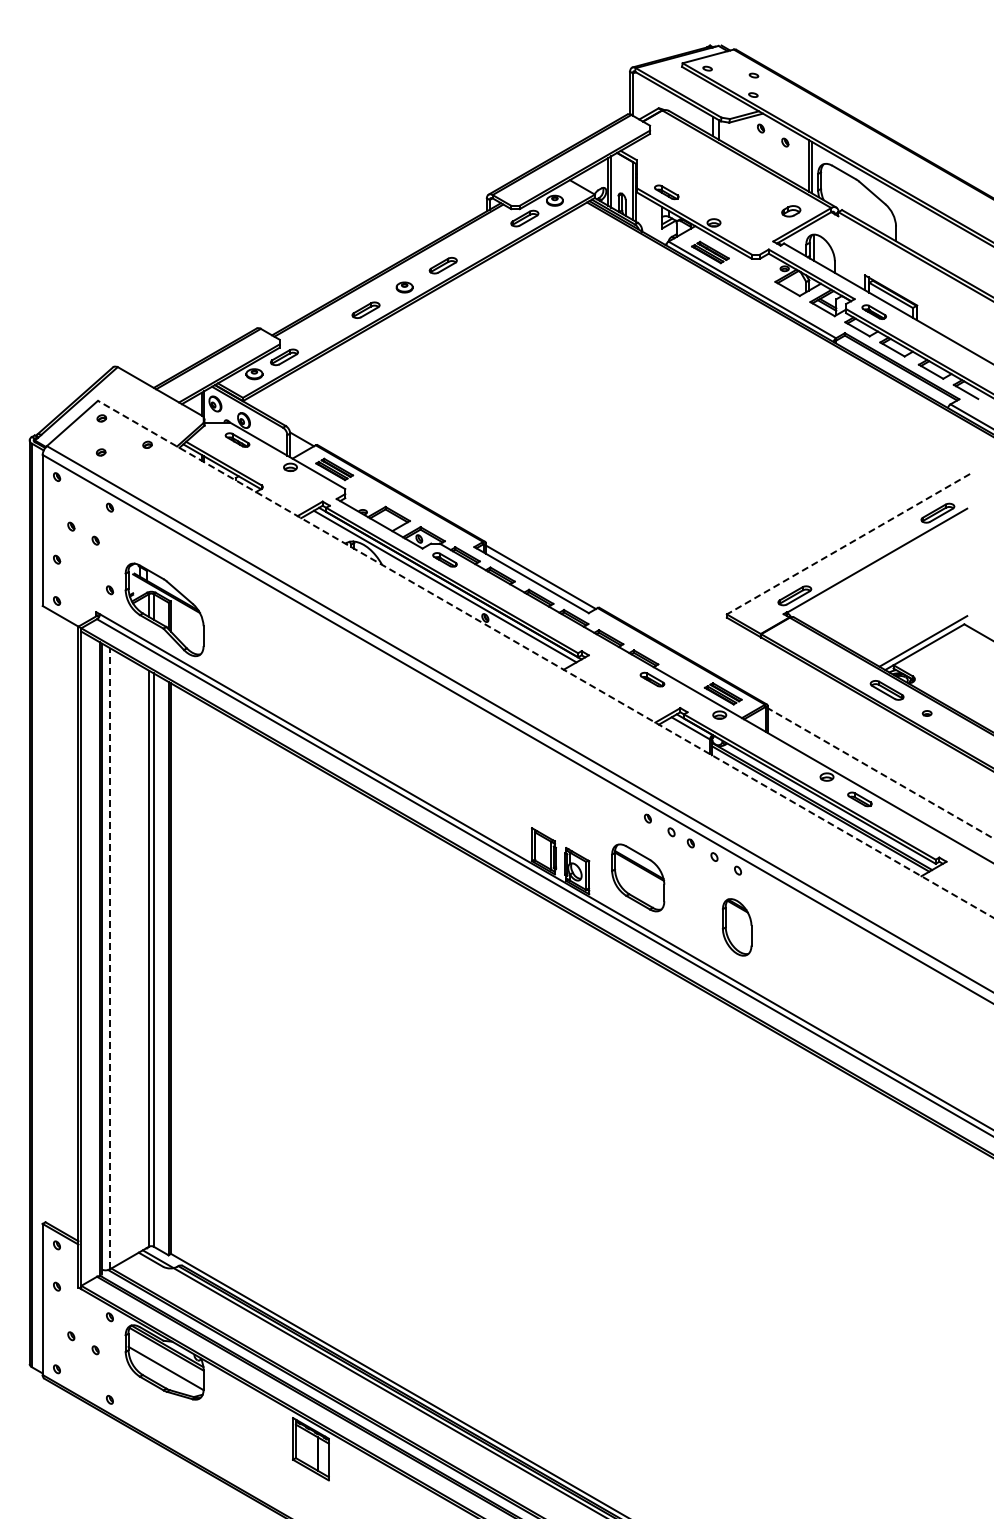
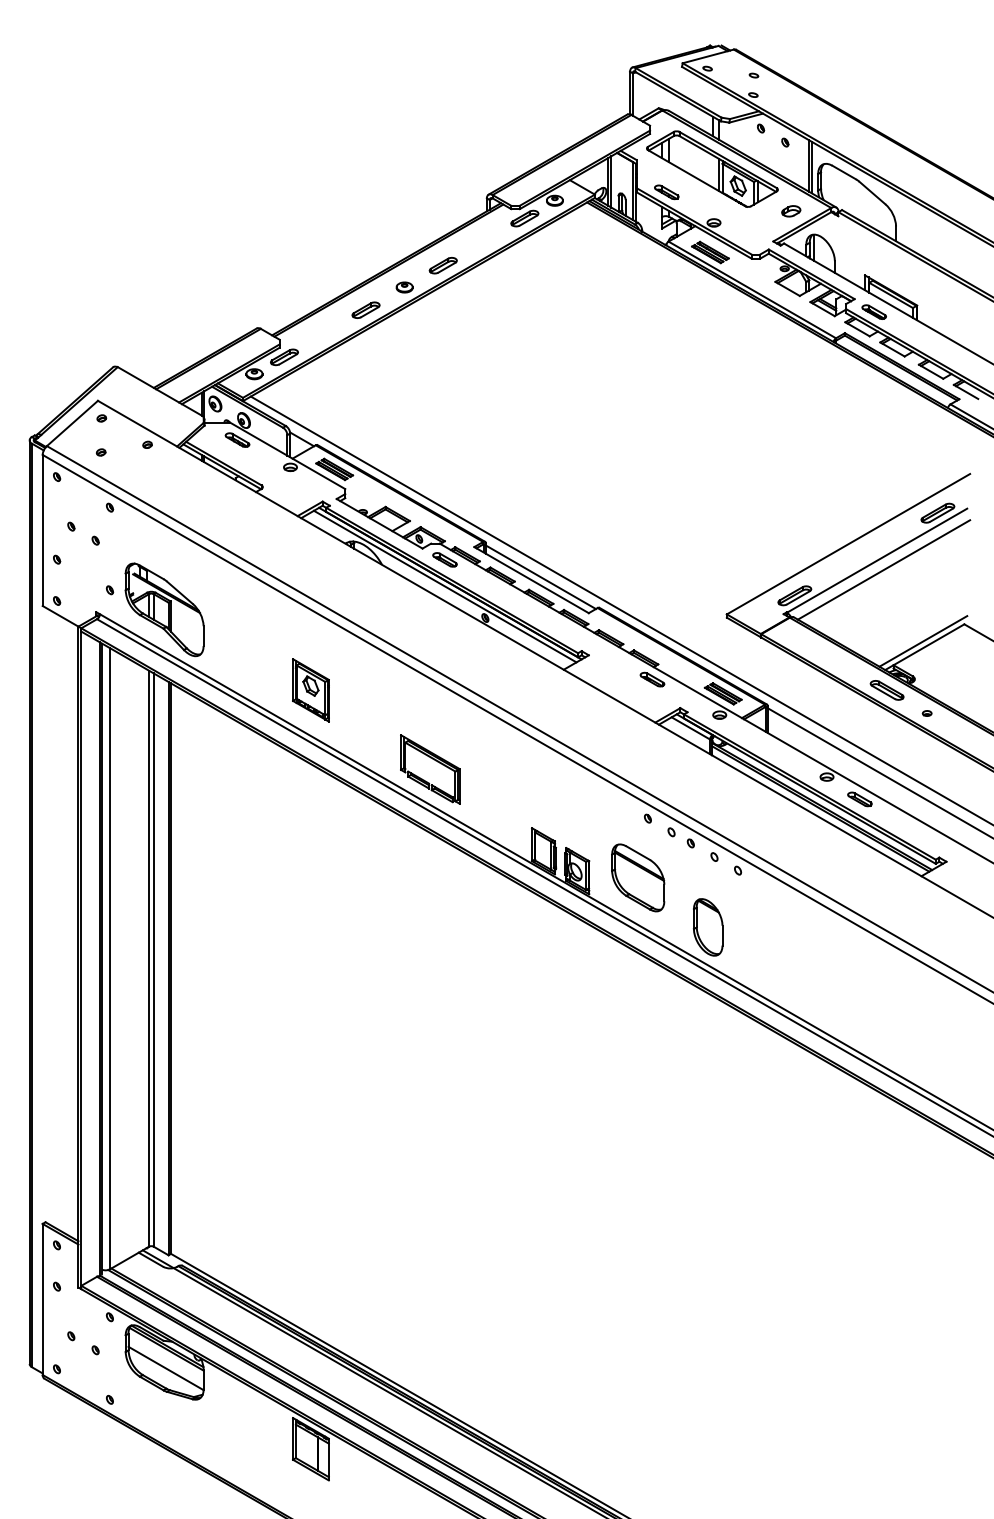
part at (712, 168): none -> present
line at (848, 544): dashed -> solid
line at (883, 569): none -> present
line at (620, 609): none -> present
line at (545, 659): dashed -> solid
part at (310, 690): none -> present
part at (430, 769): none -> present
line at (880, 773): dashed -> solid
part at (736, 927) position: (736, 927) -> (707, 927)
line at (109, 958): dashed -> solid
